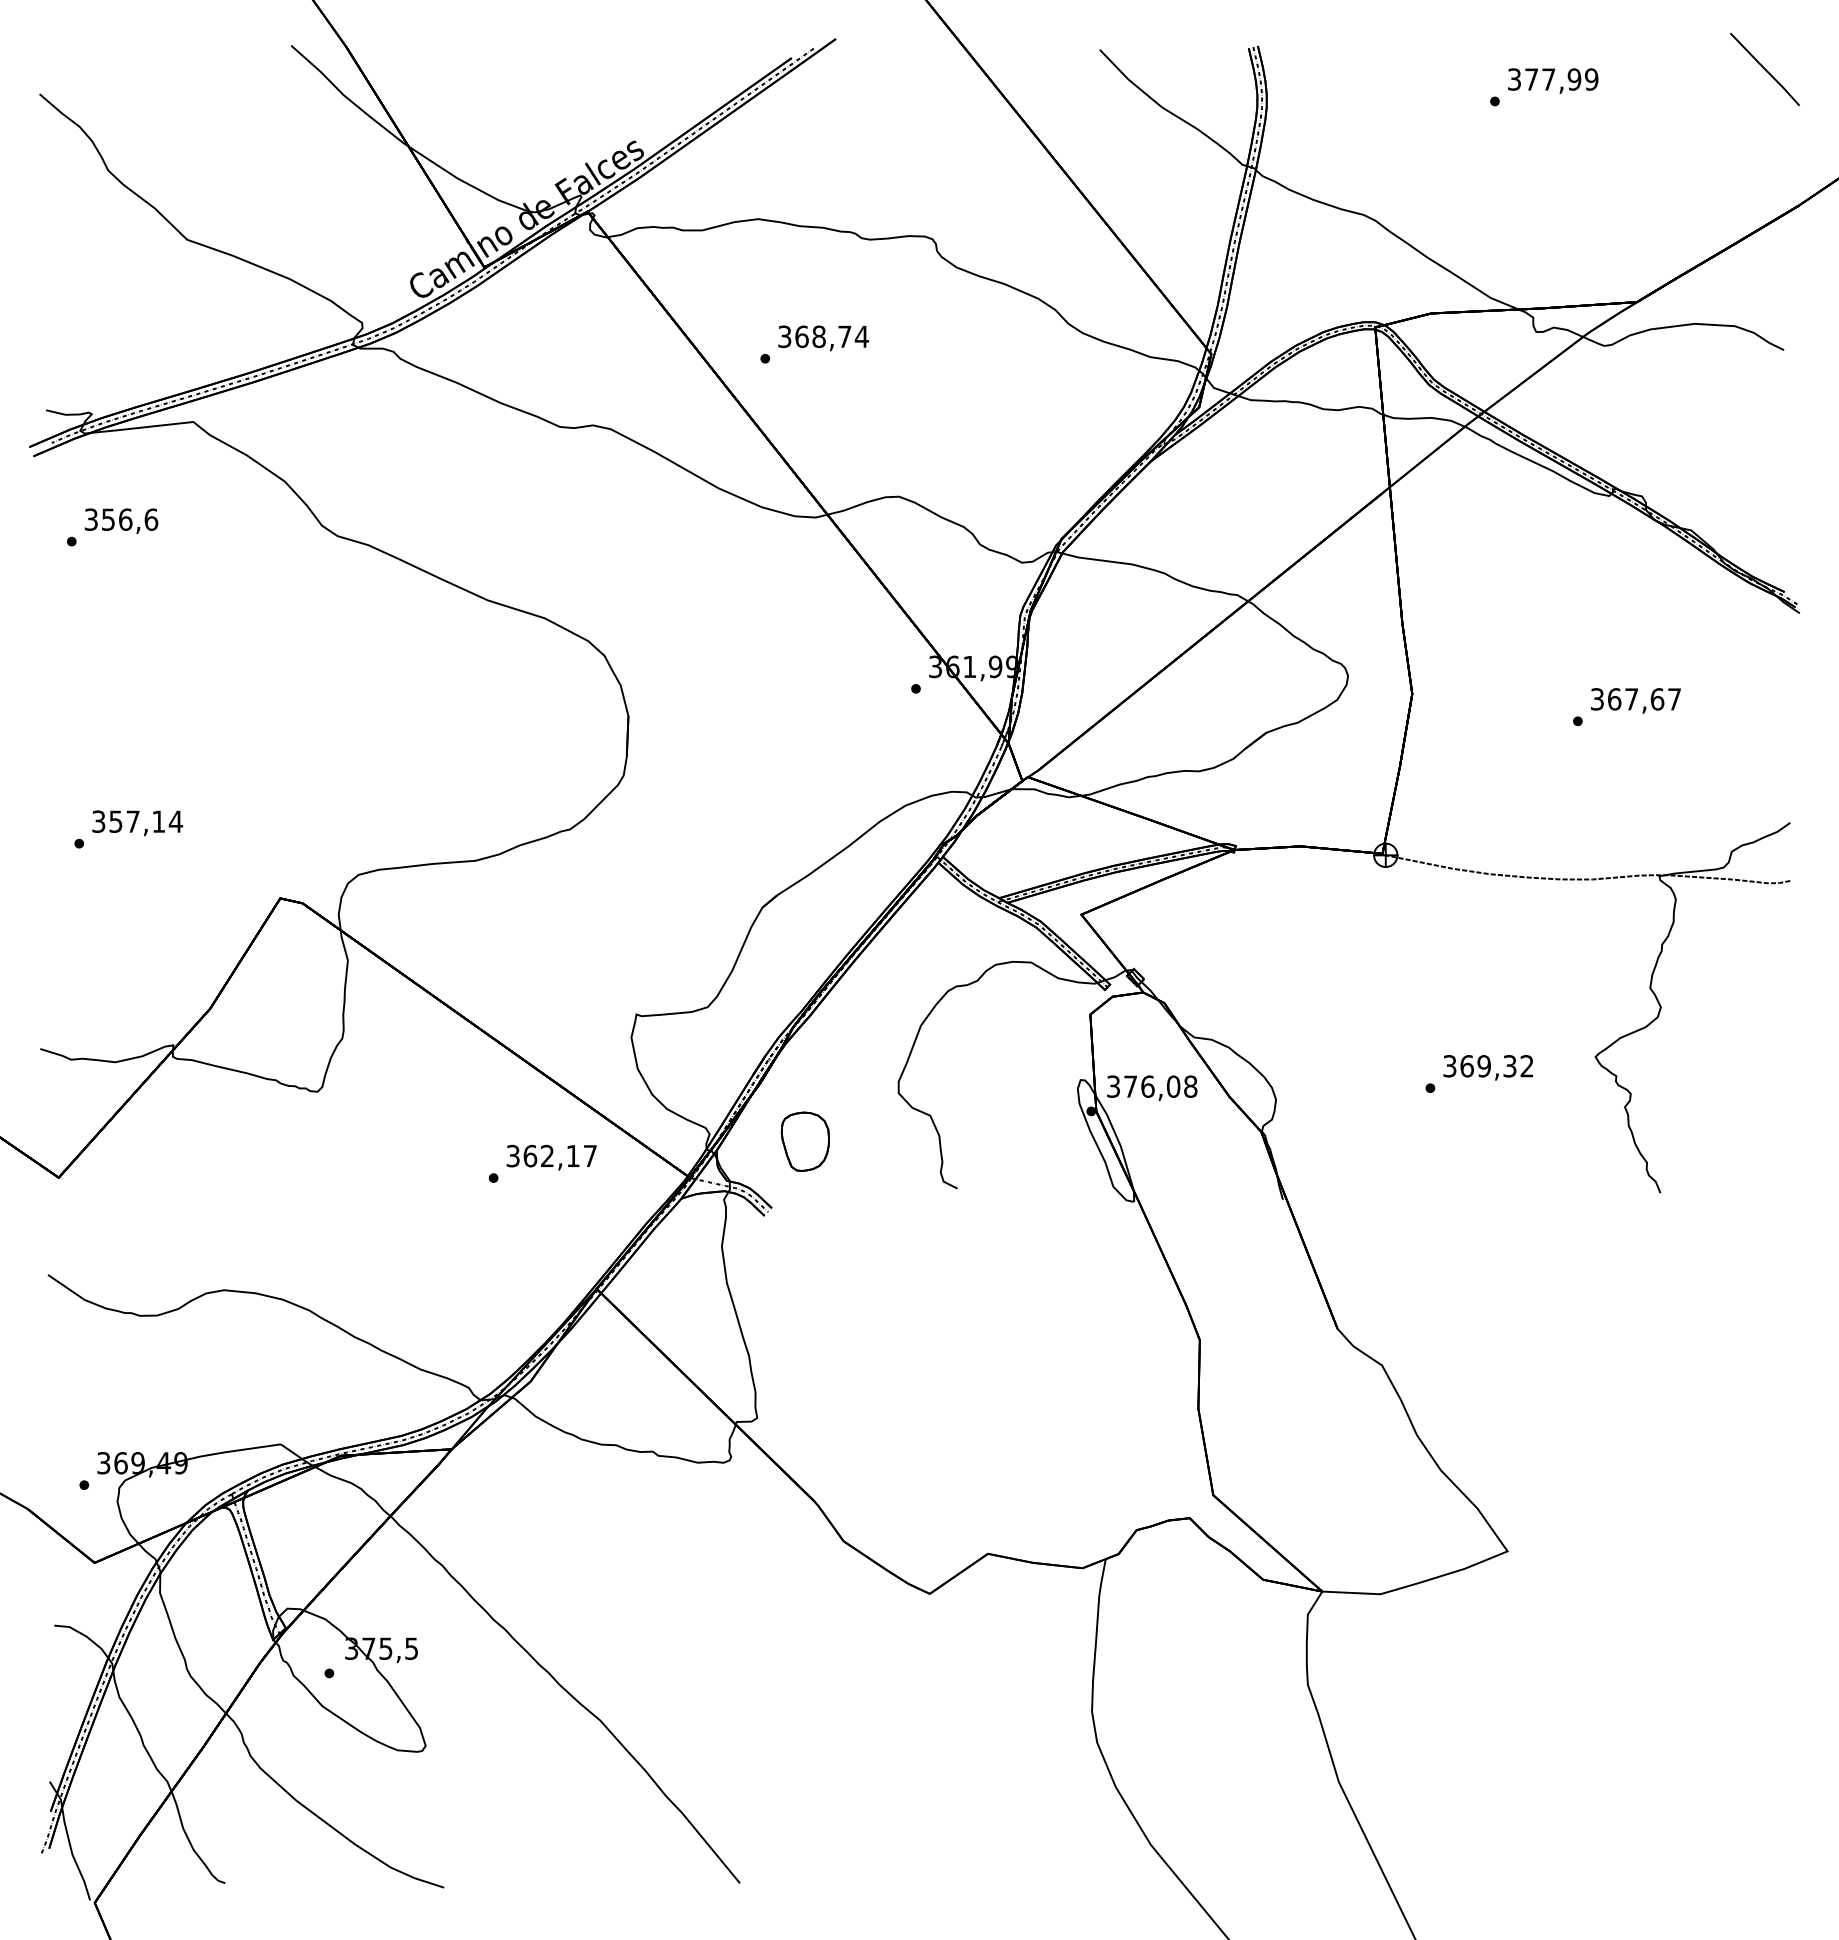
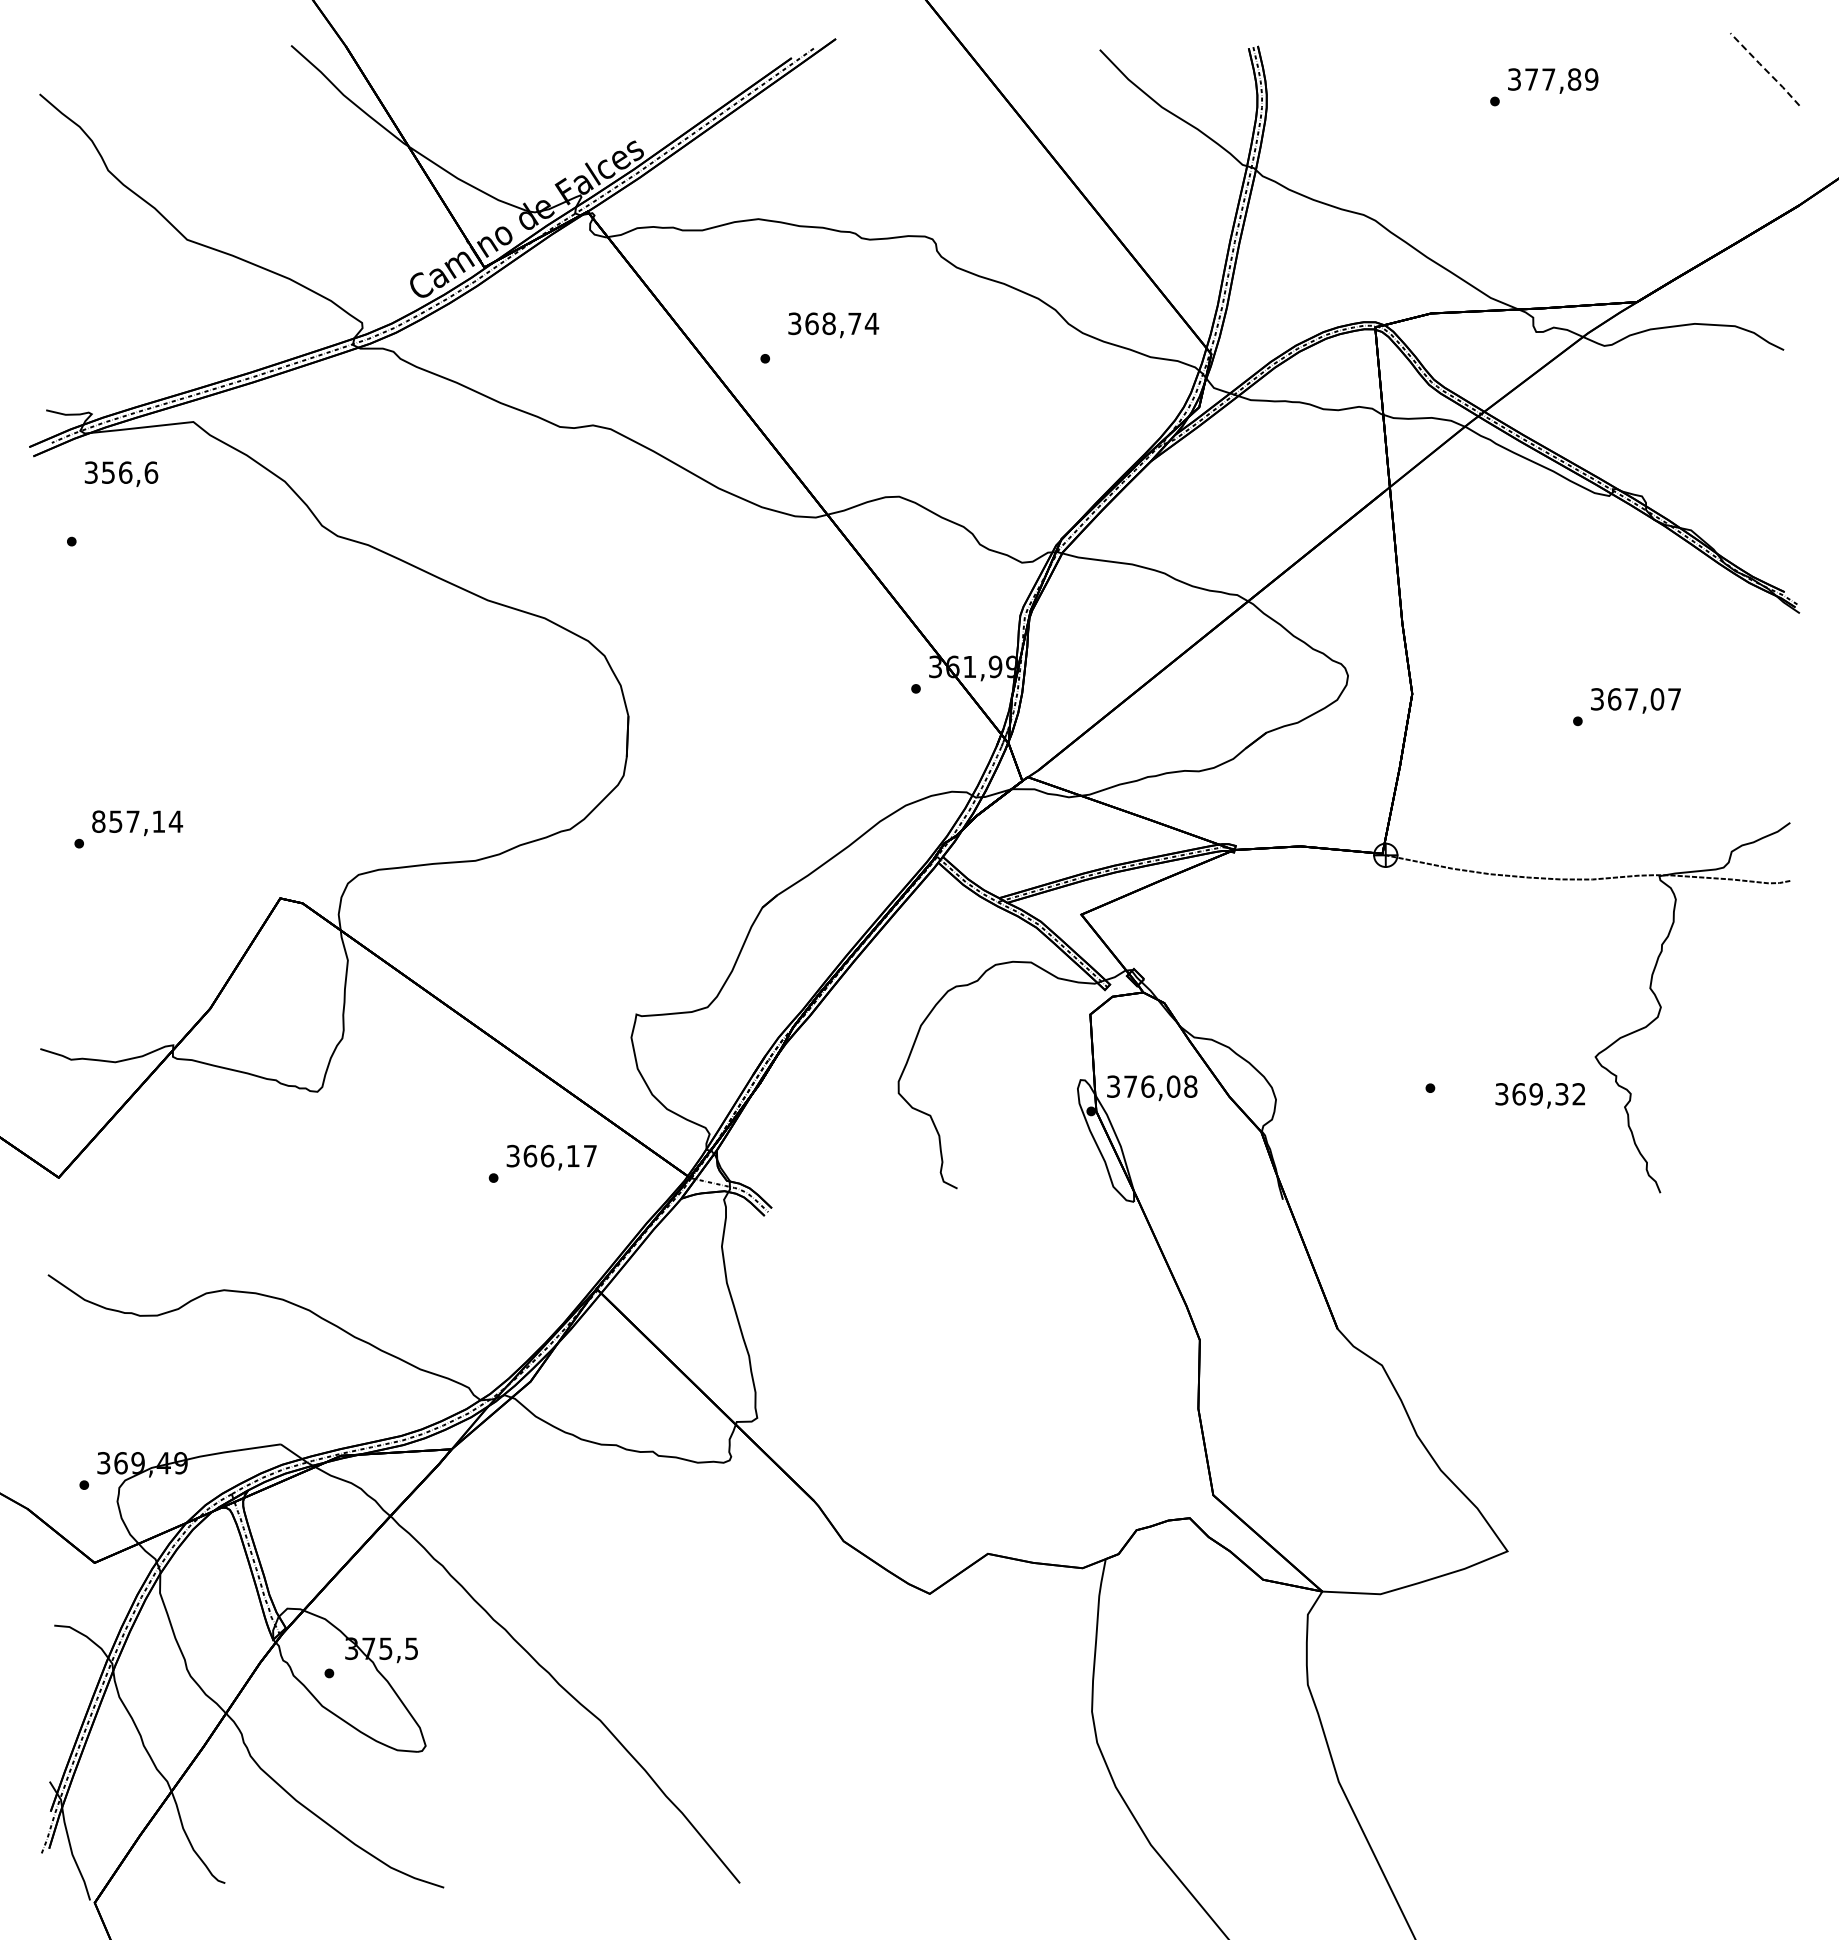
line at (1765, 69): solid -> dashed
text at (1574, 79): 377,99 -> 377,89
text at (823, 338) position: (823, 338) -> (833, 325)
text at (121, 520) position: (121, 520) -> (121, 473)
text at (1657, 699): 367,67 -> 367,07
text at (98, 821): 357,14 -> 857,14
text at (1487, 1067) position: (1487, 1067) -> (1539, 1095)
part at (804, 1141): present -> none
text at (547, 1155): 362,17 -> 366,17
